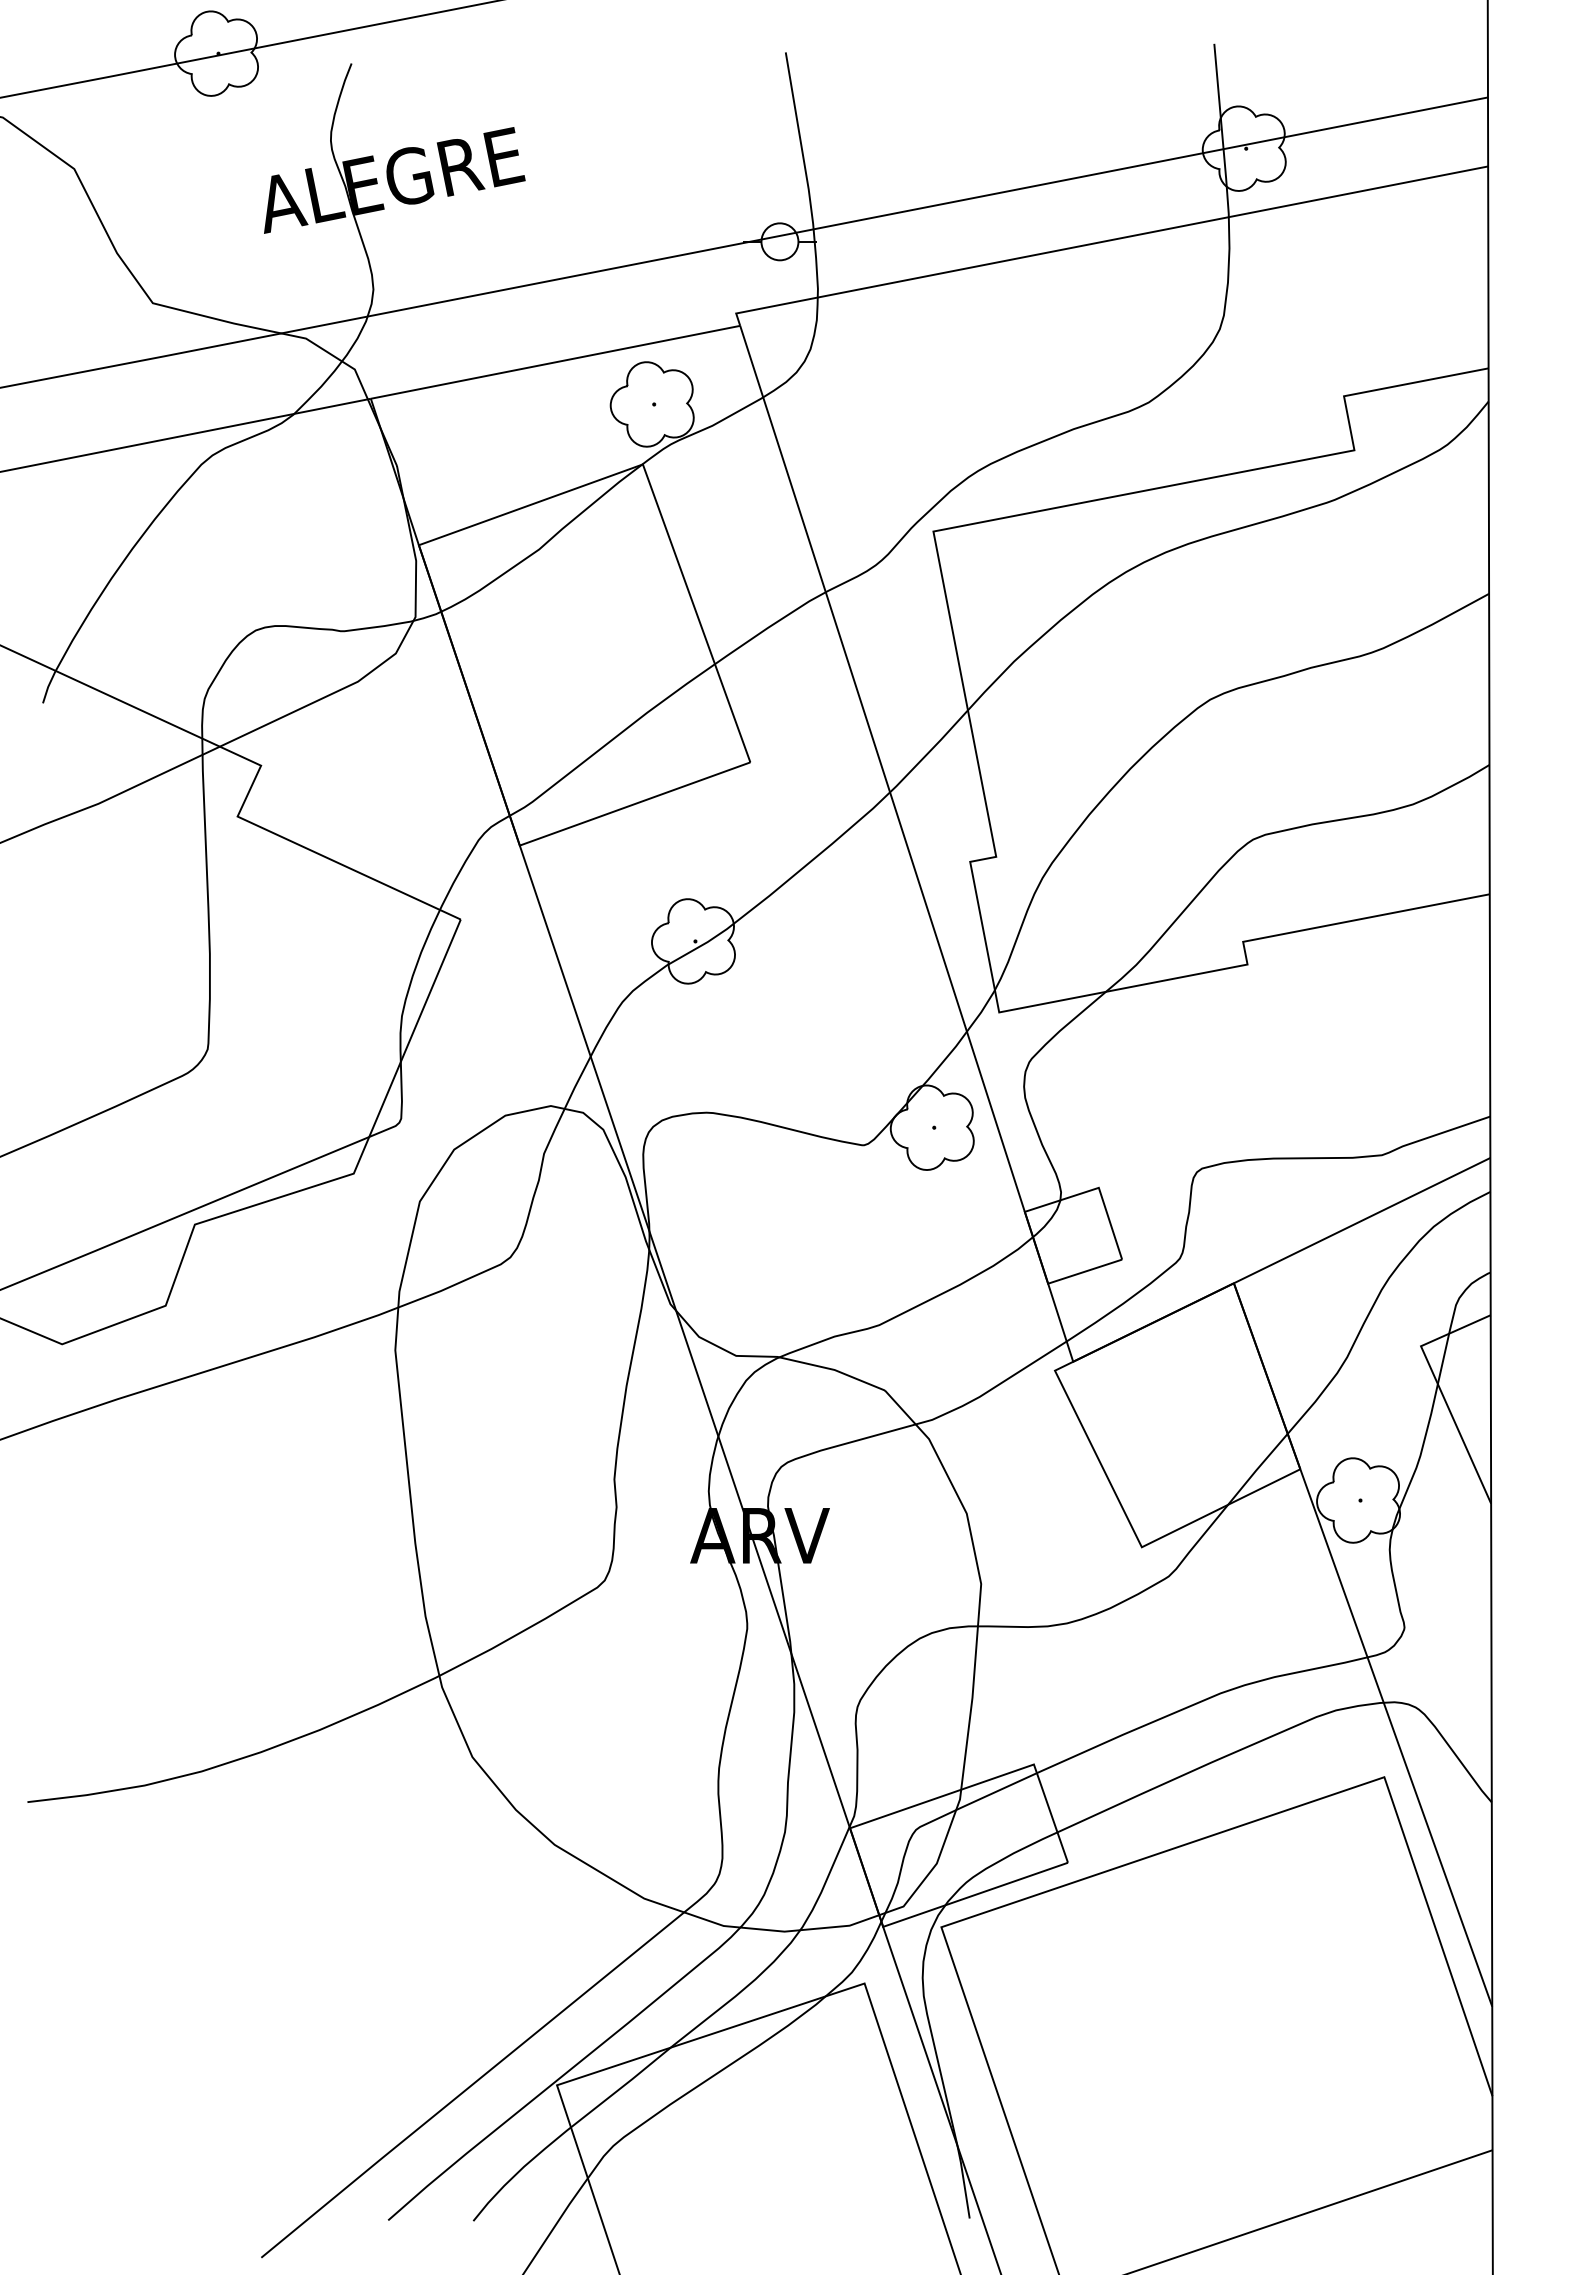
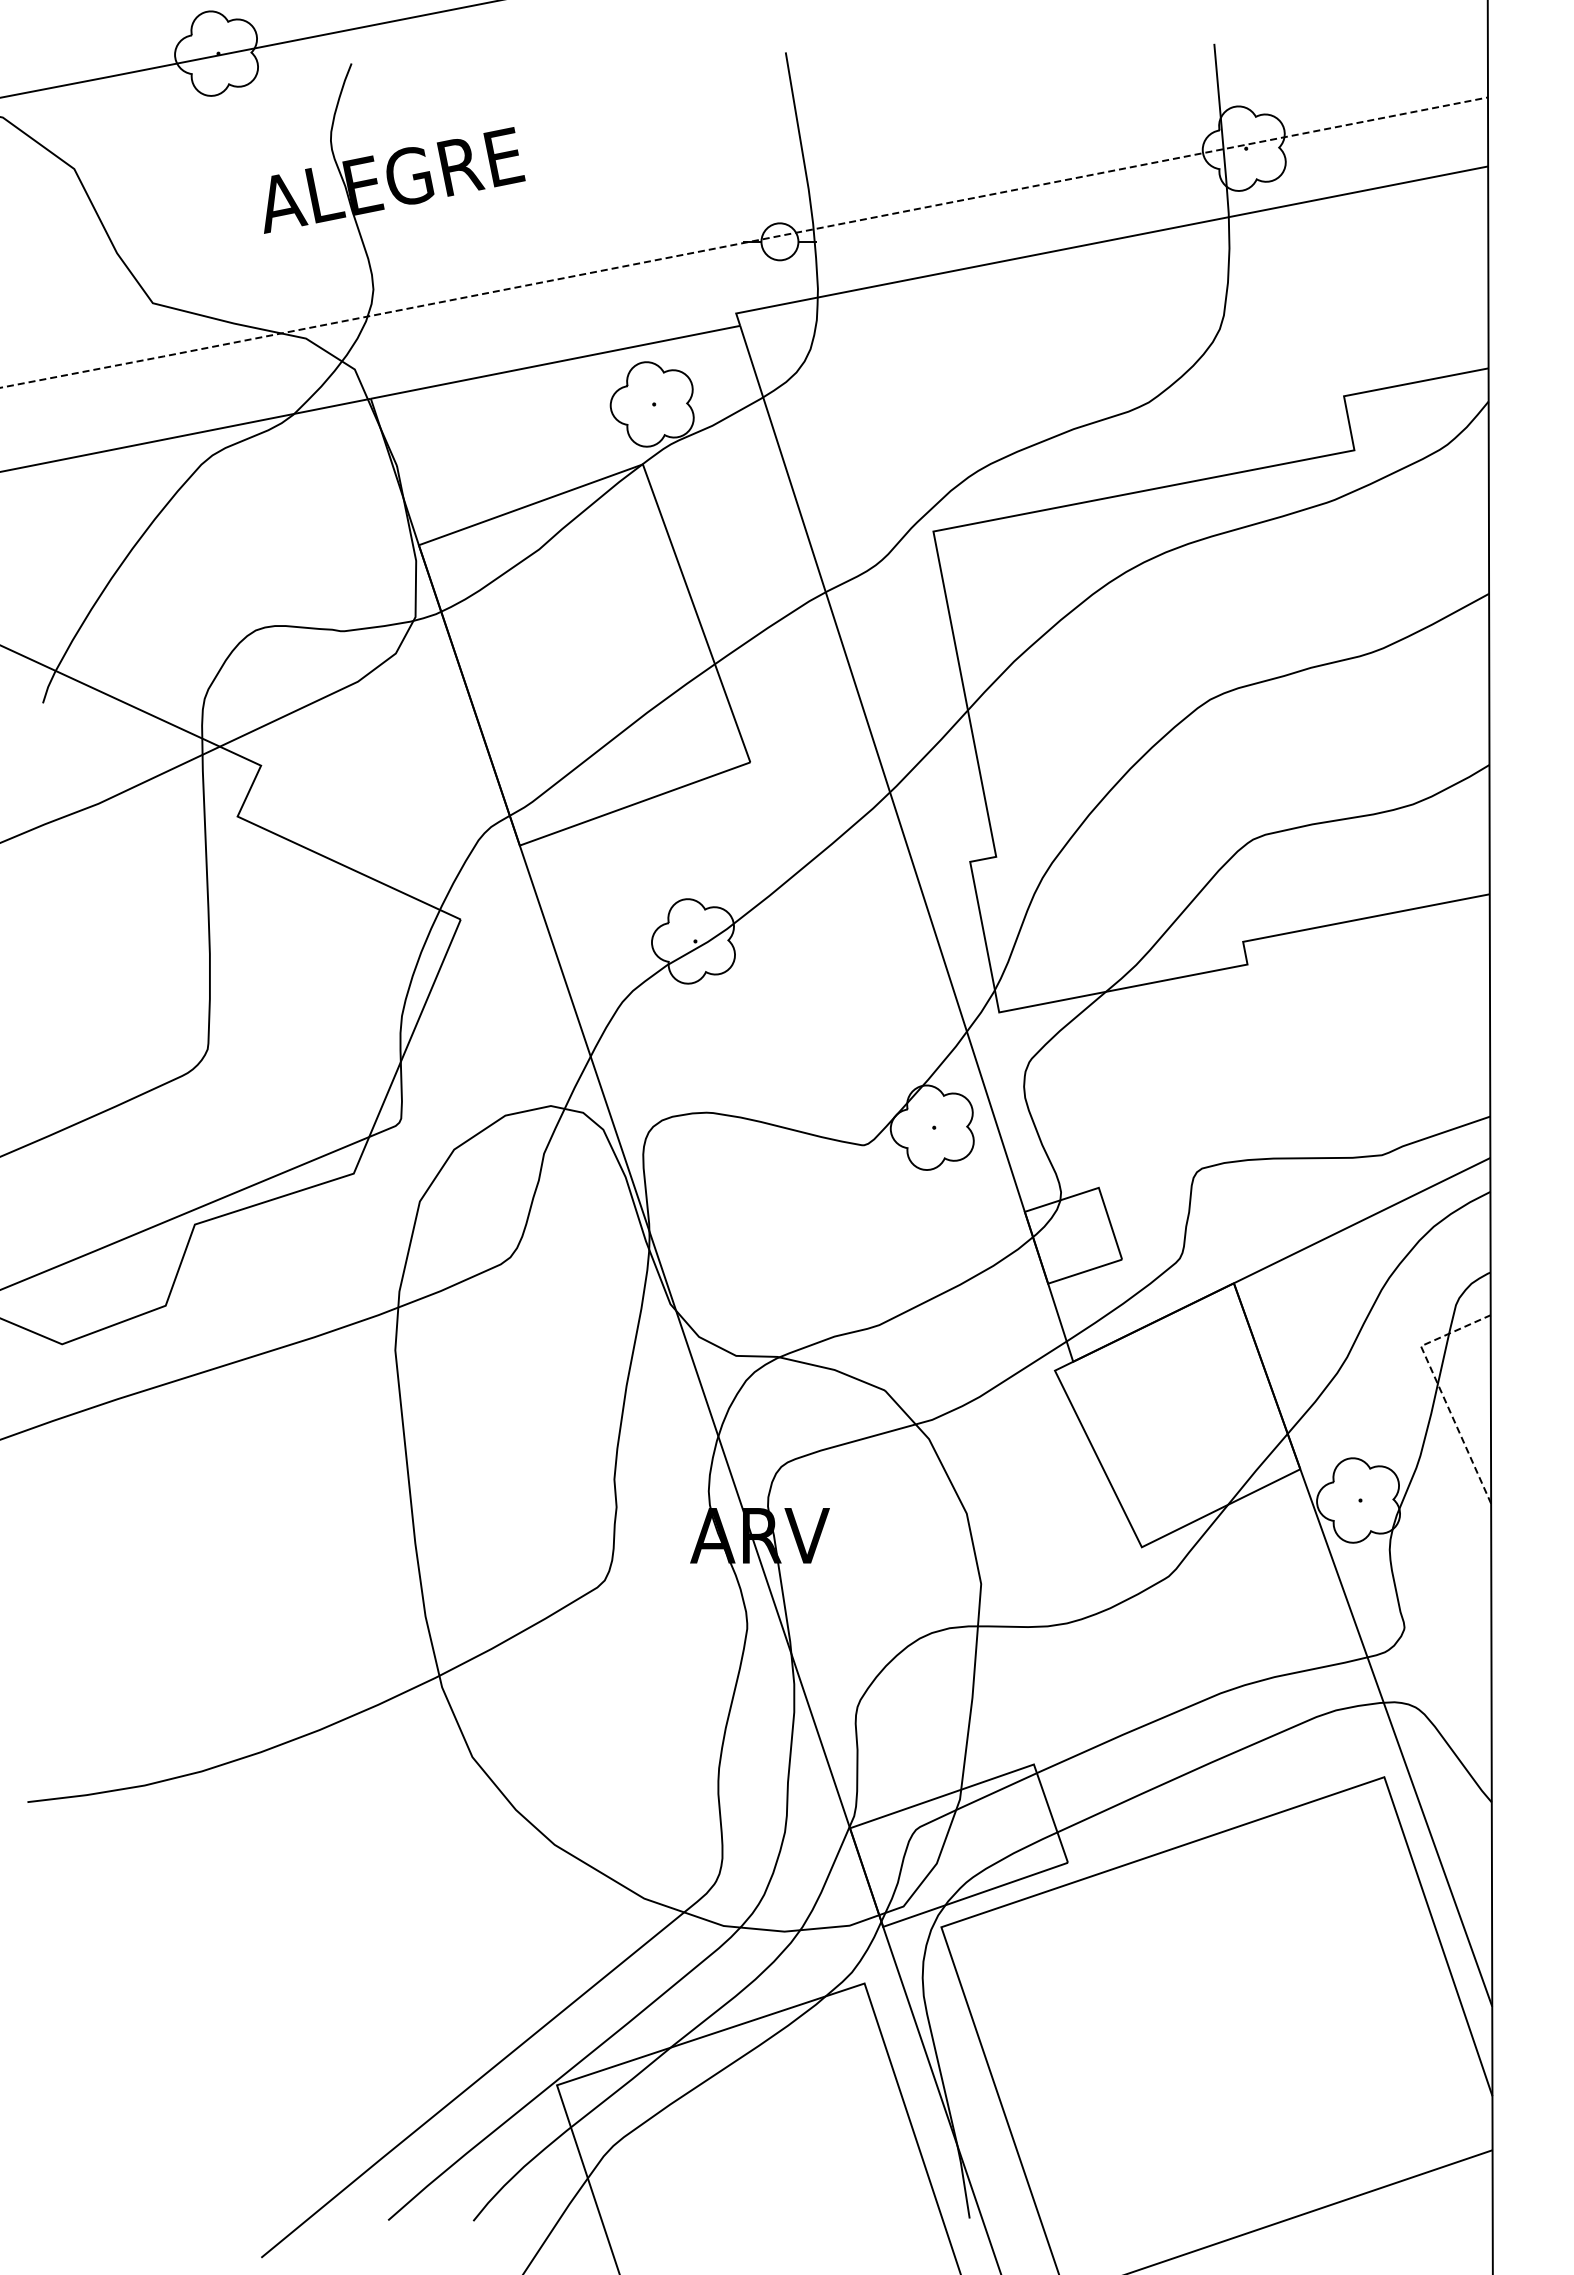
line at (744, 242): solid -> dashed
line at (1440, 1389): solid -> dashed
